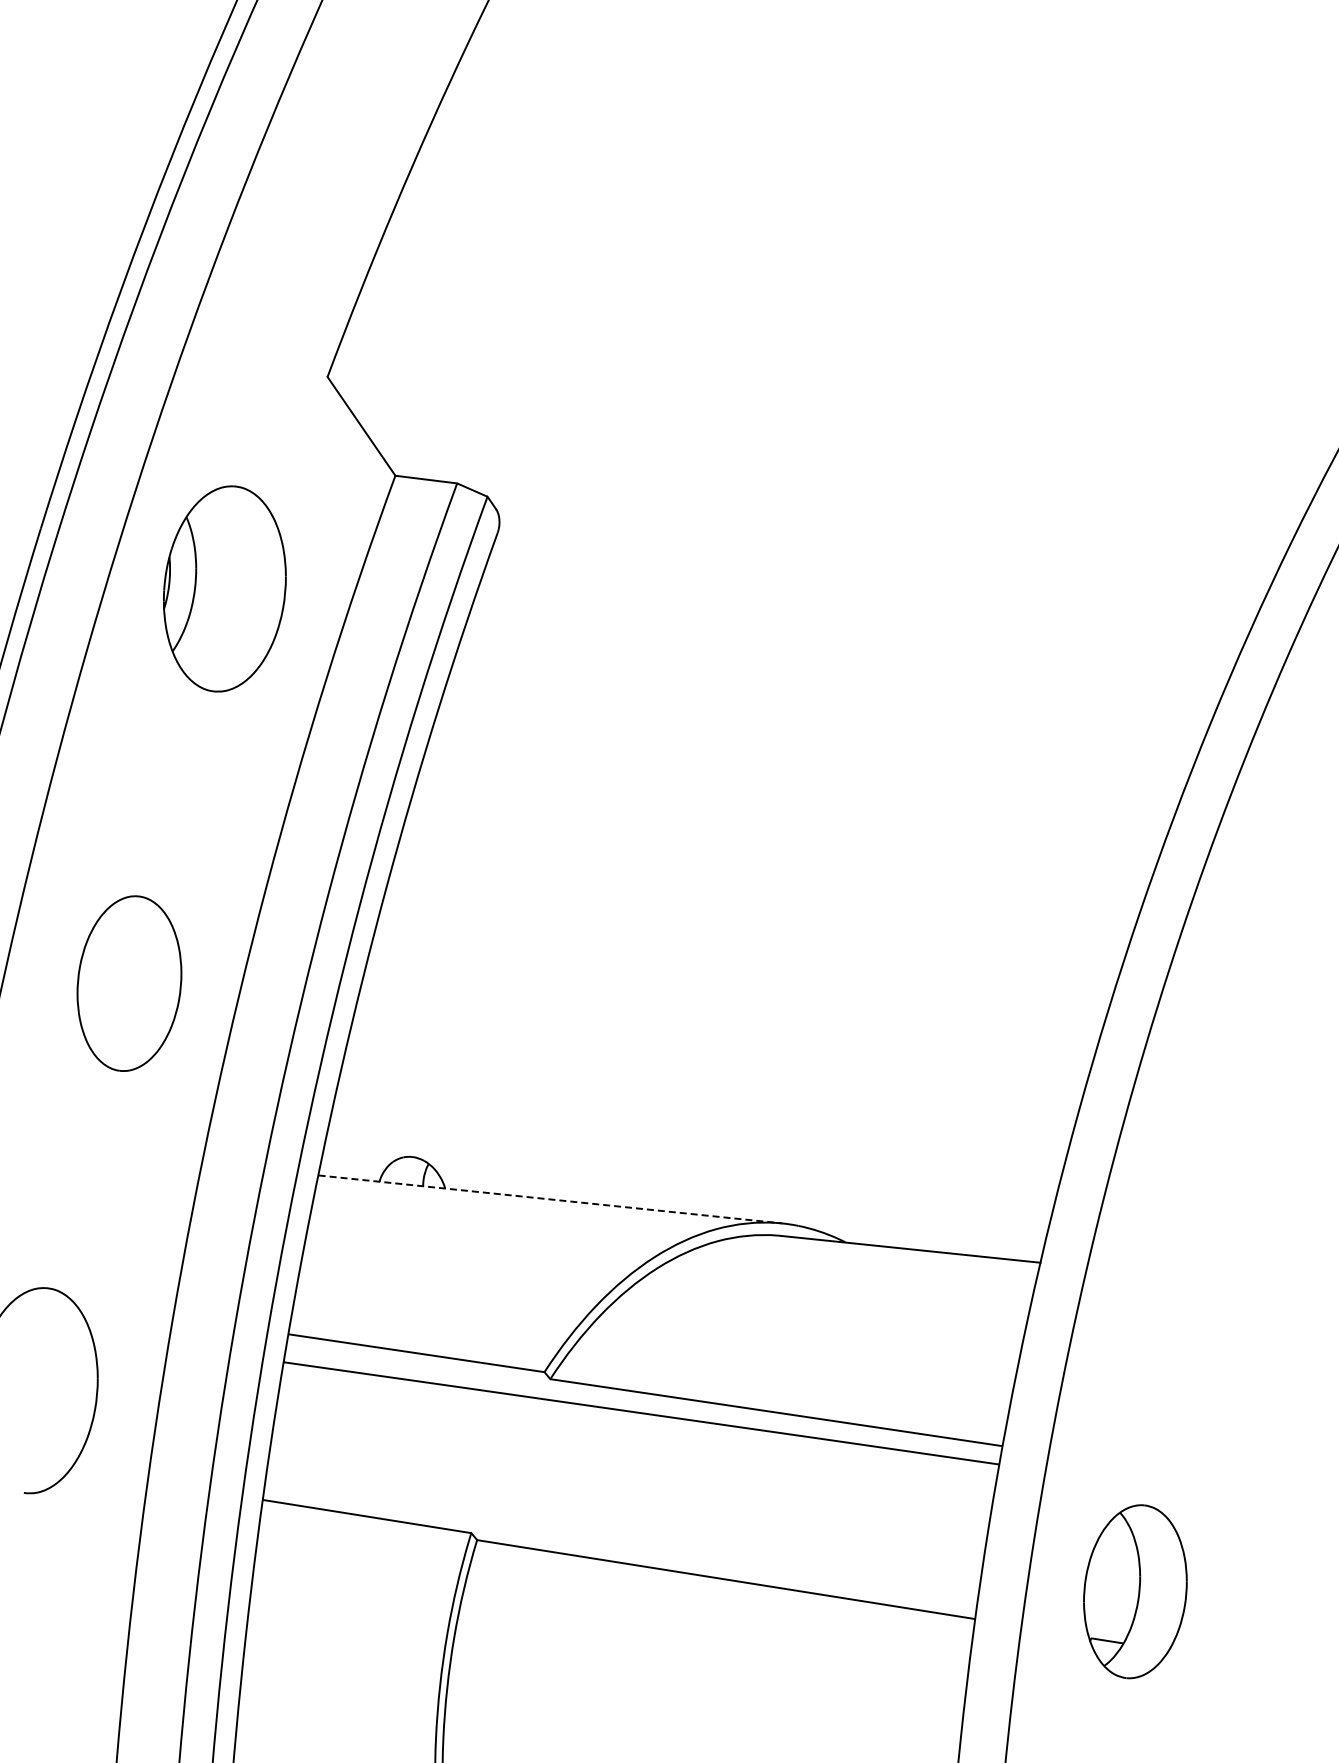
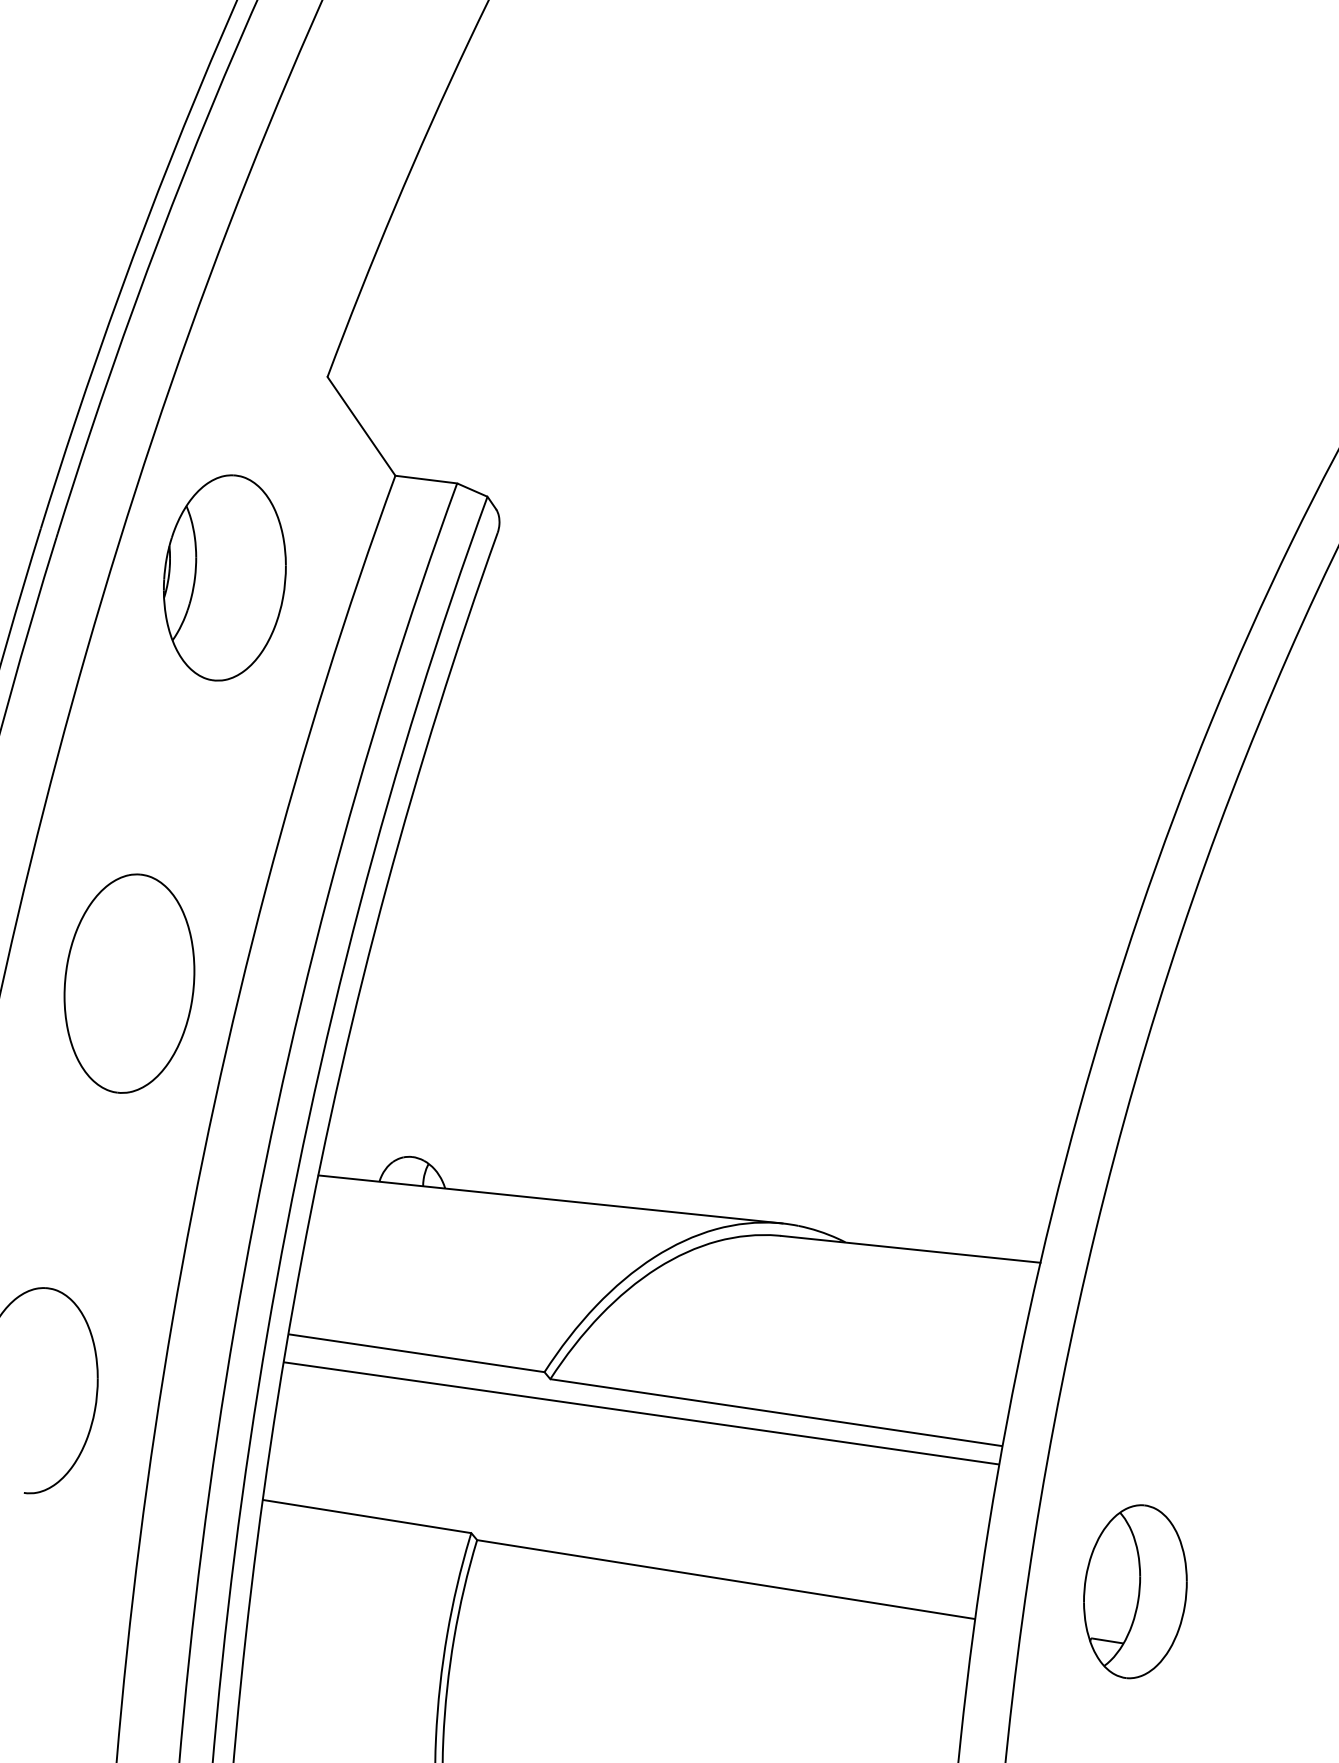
part at (224, 588) position: (224, 588) -> (224, 577)
part at (129, 983) size: 107x177 px -> 133x221 px
line at (551, 1199): dashed -> solid
